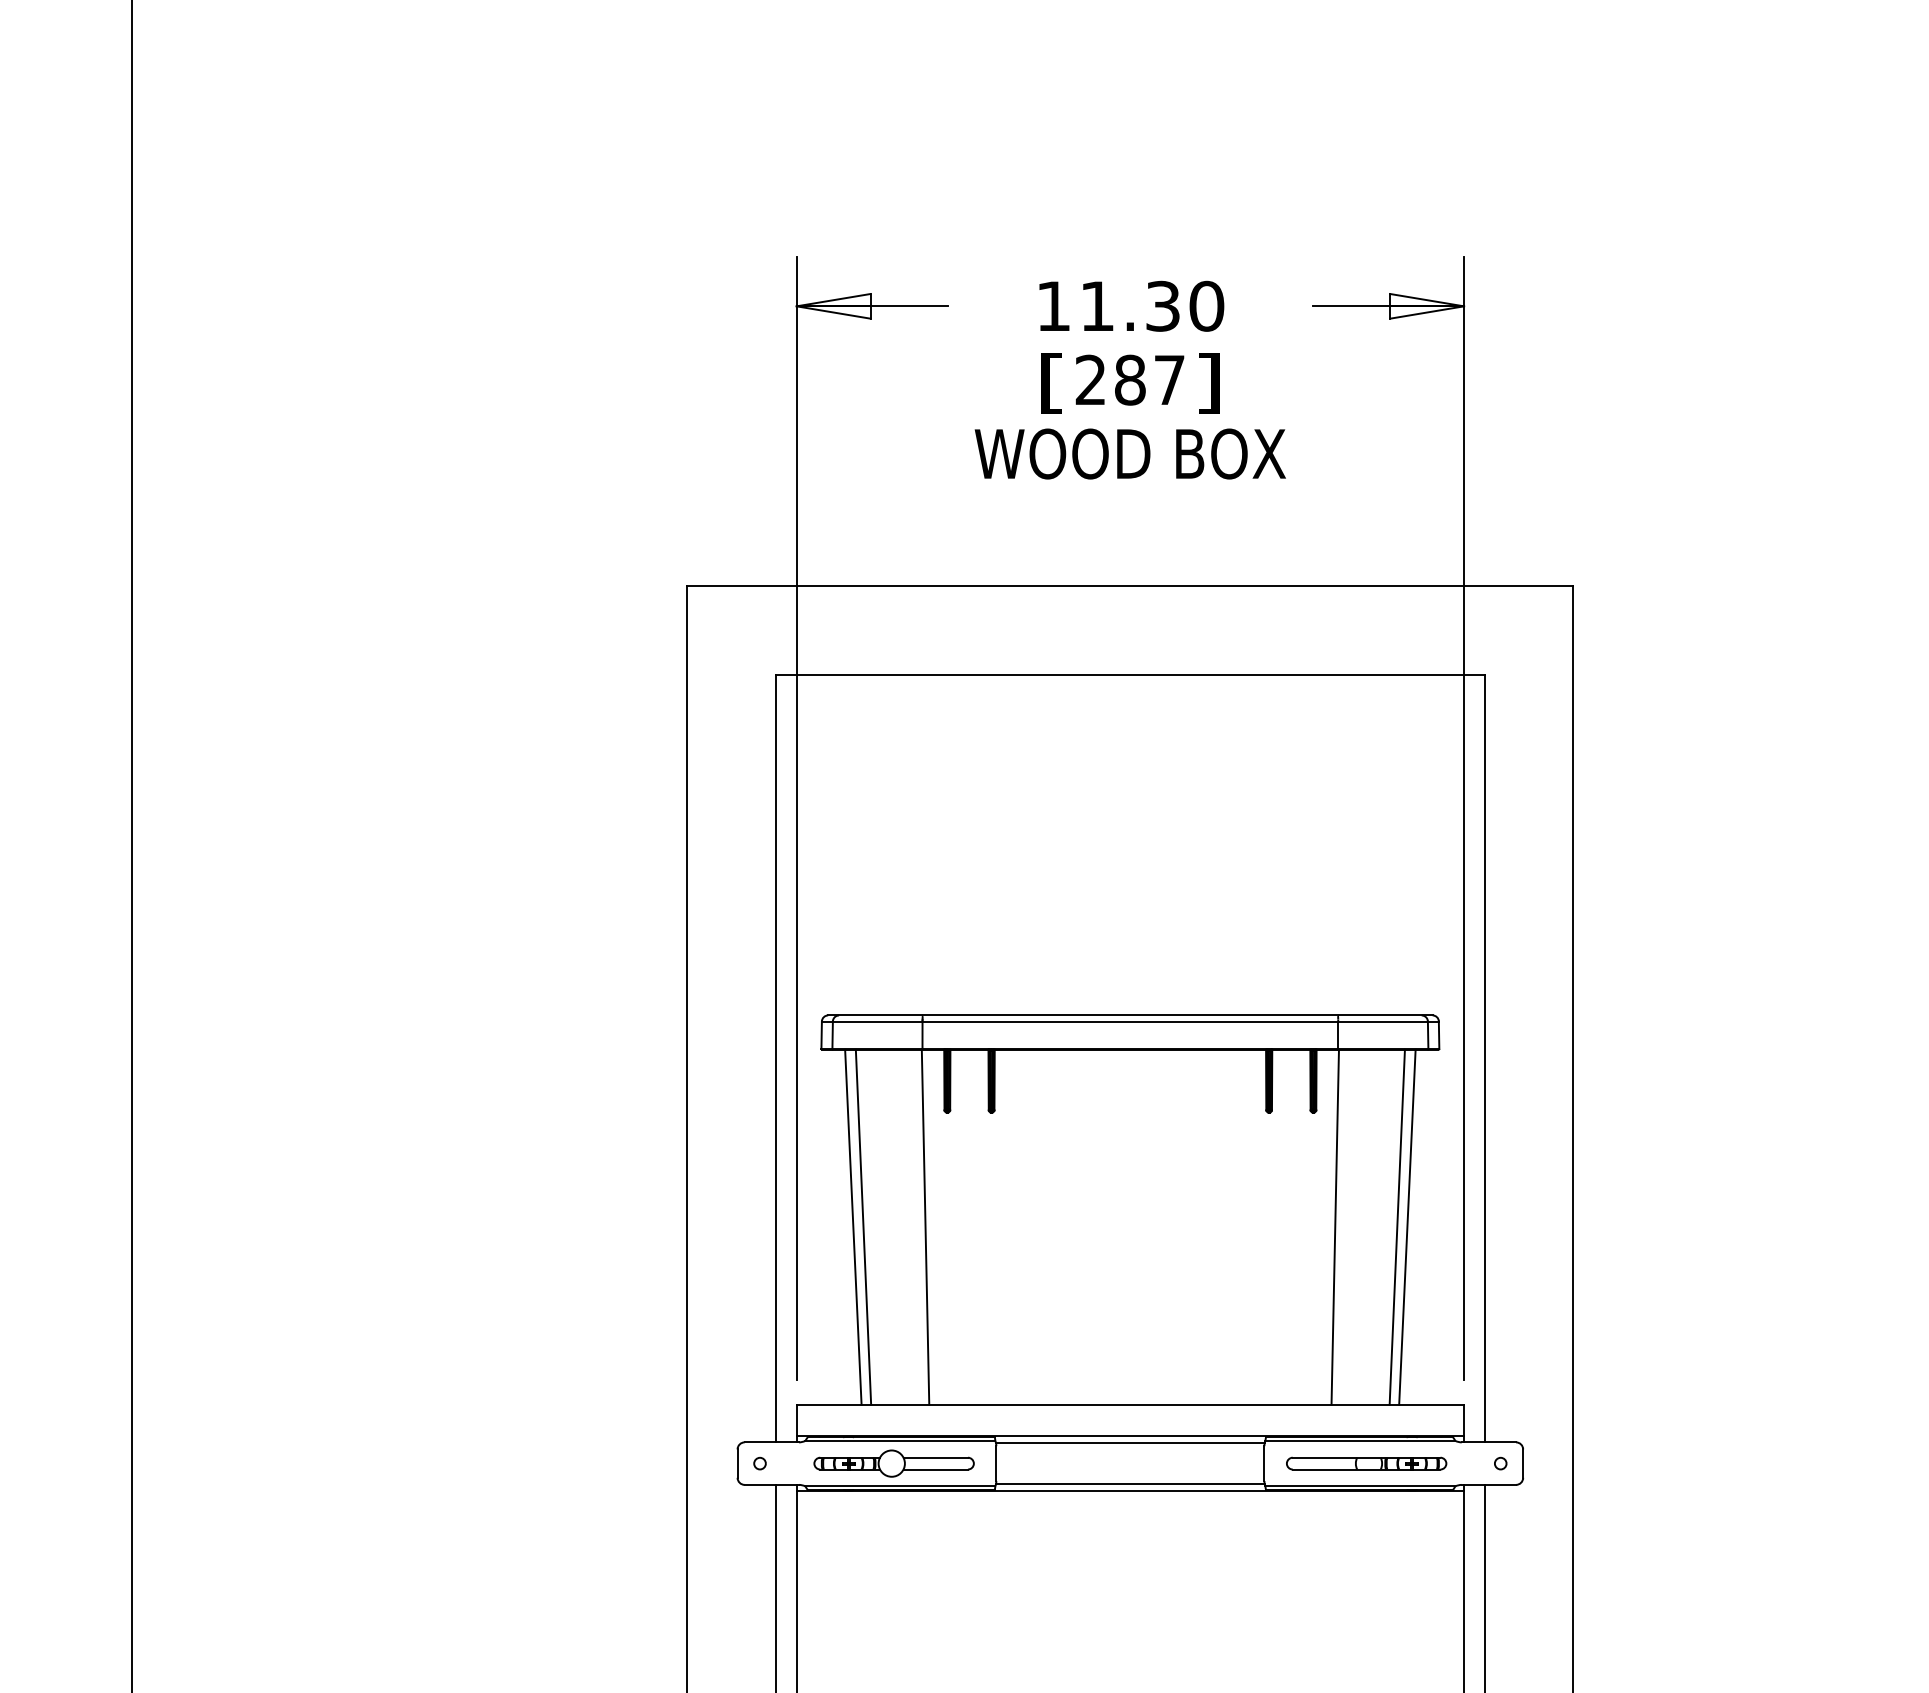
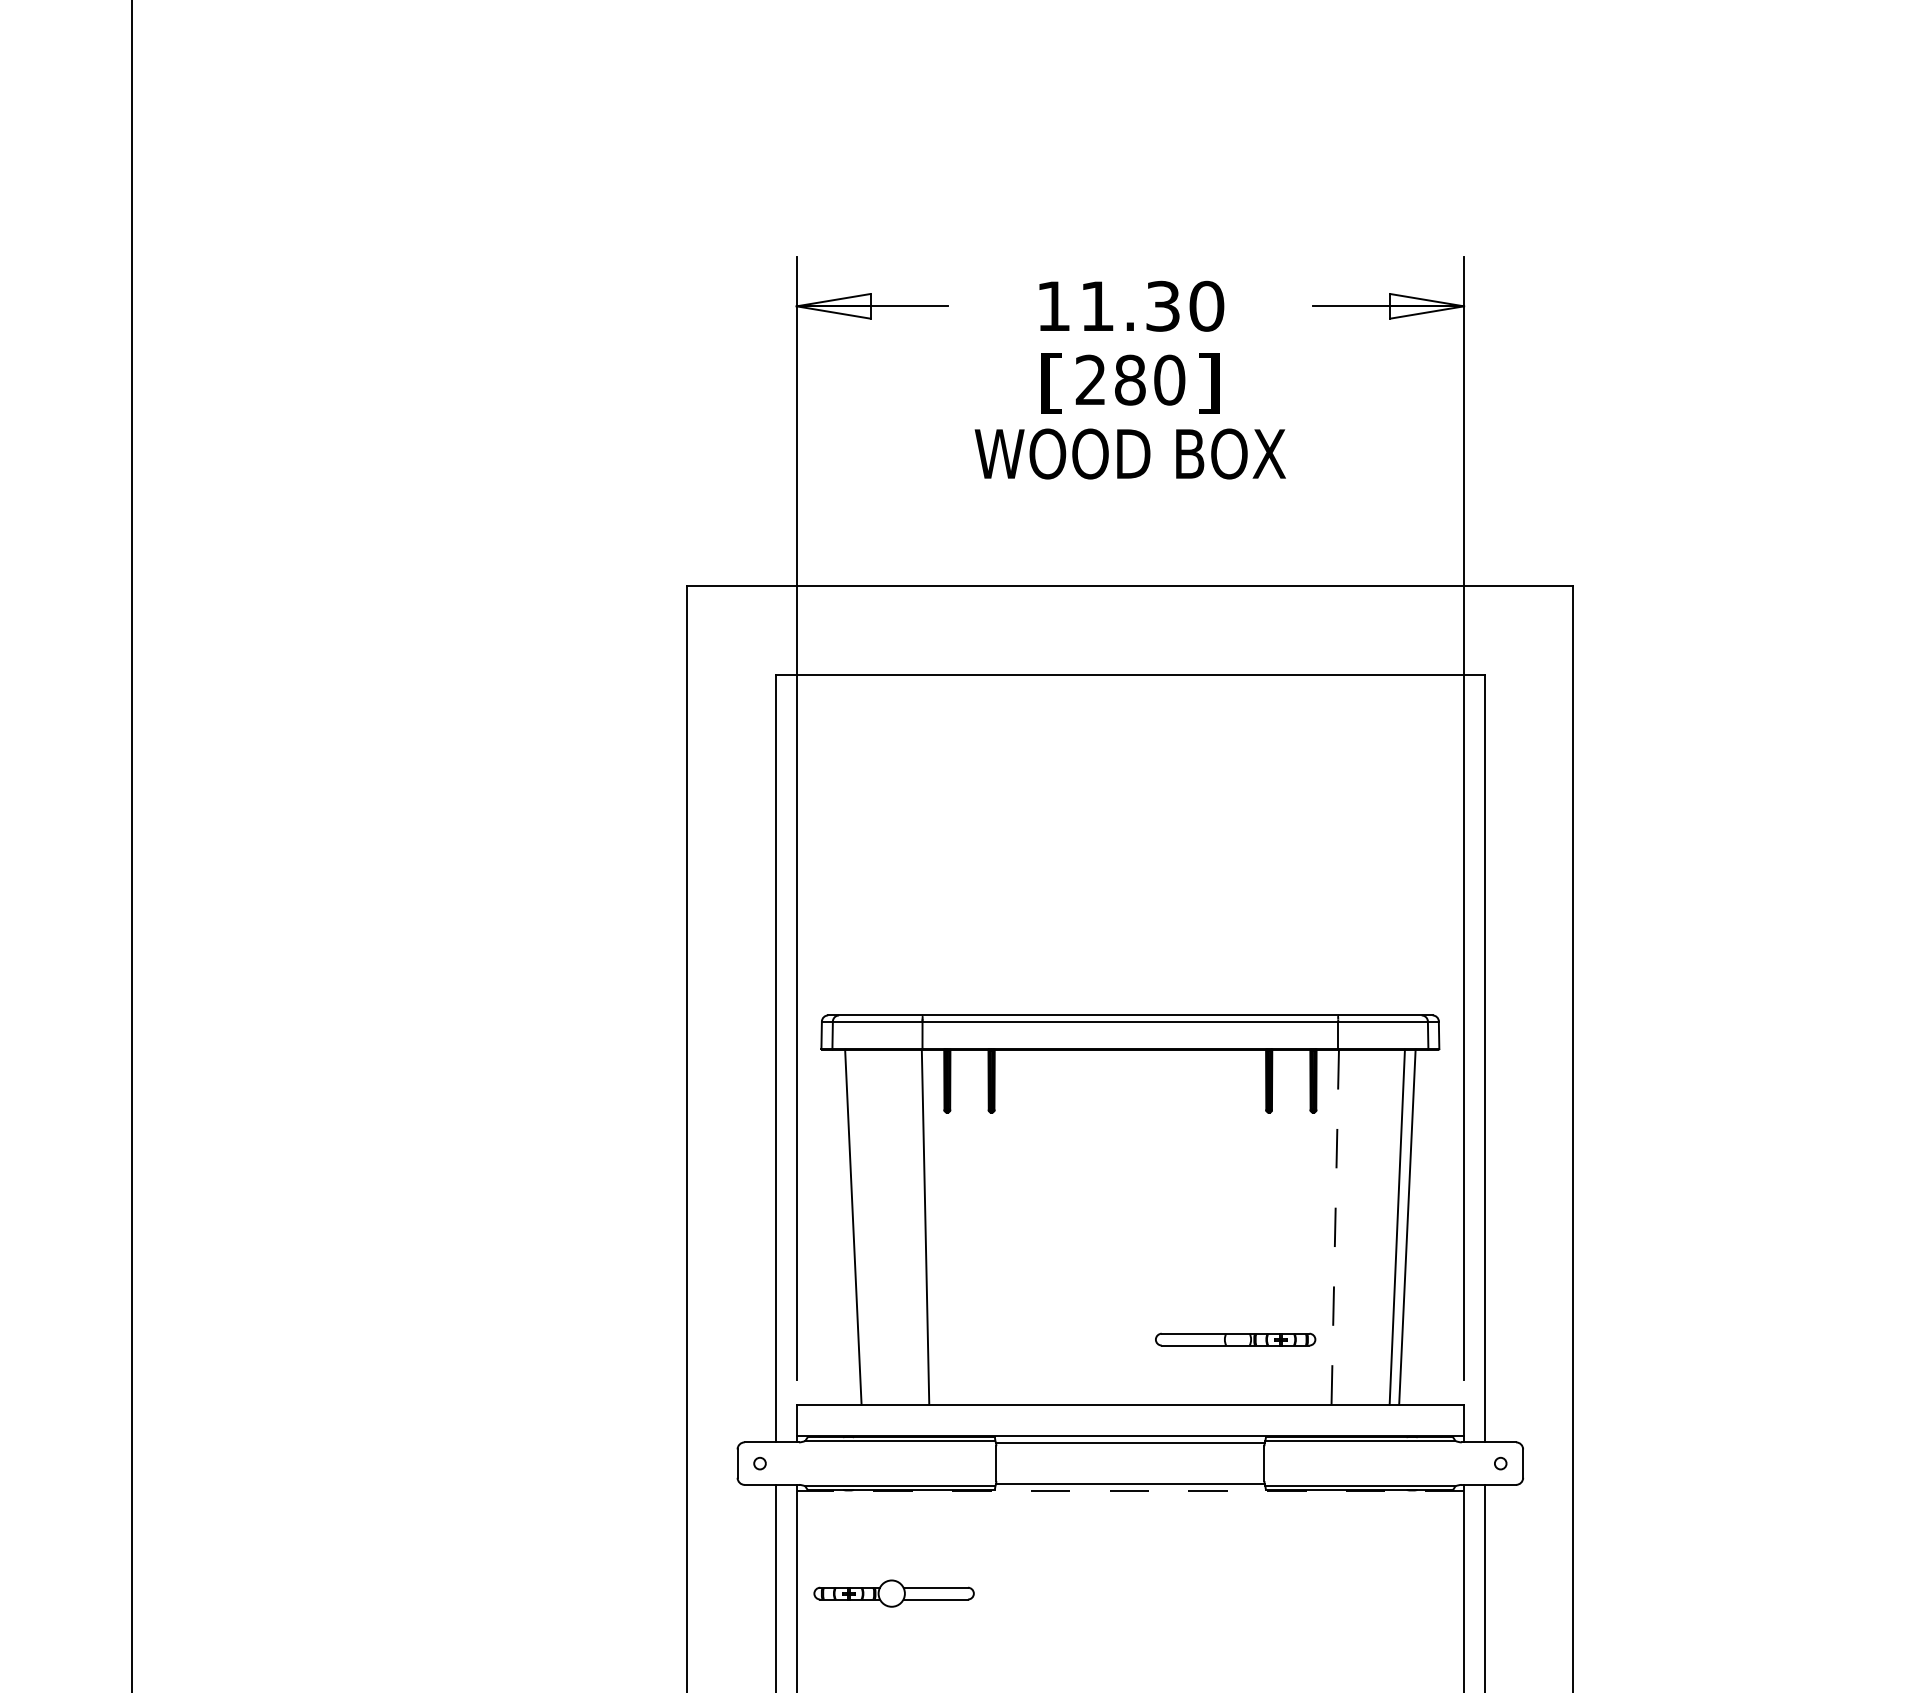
text at (1169, 379): 287 -> 280
line at (863, 1226): present -> none
line at (1335, 1226): solid -> dashed
part at (893, 1463) position: (893, 1463) -> (893, 1593)
part at (1366, 1463) position: (1366, 1463) -> (1235, 1339)
line at (1130, 1491): solid -> dashed
